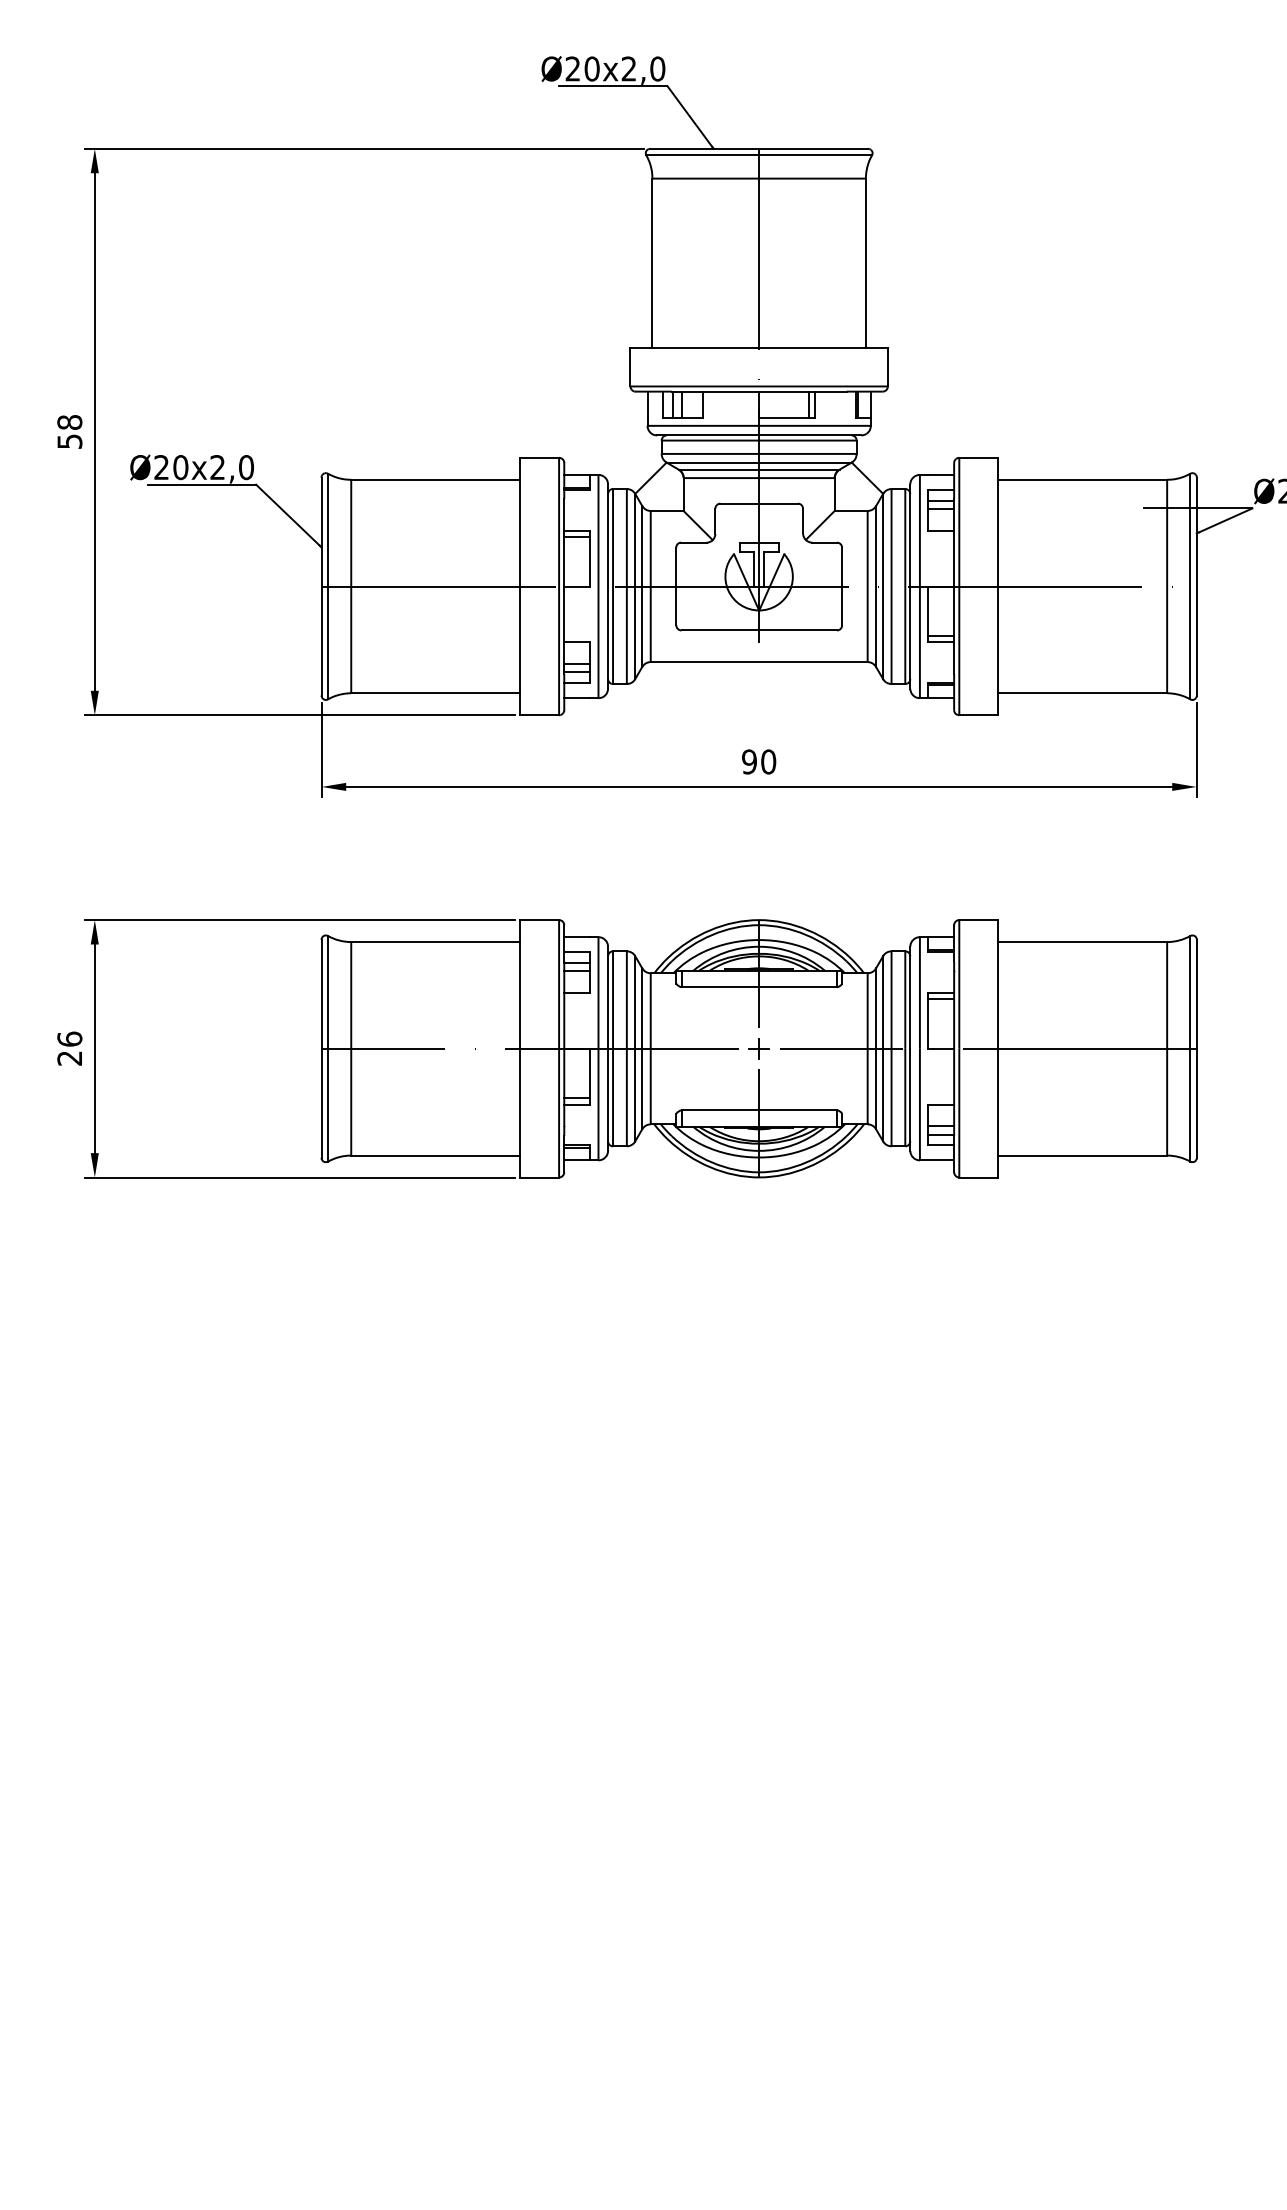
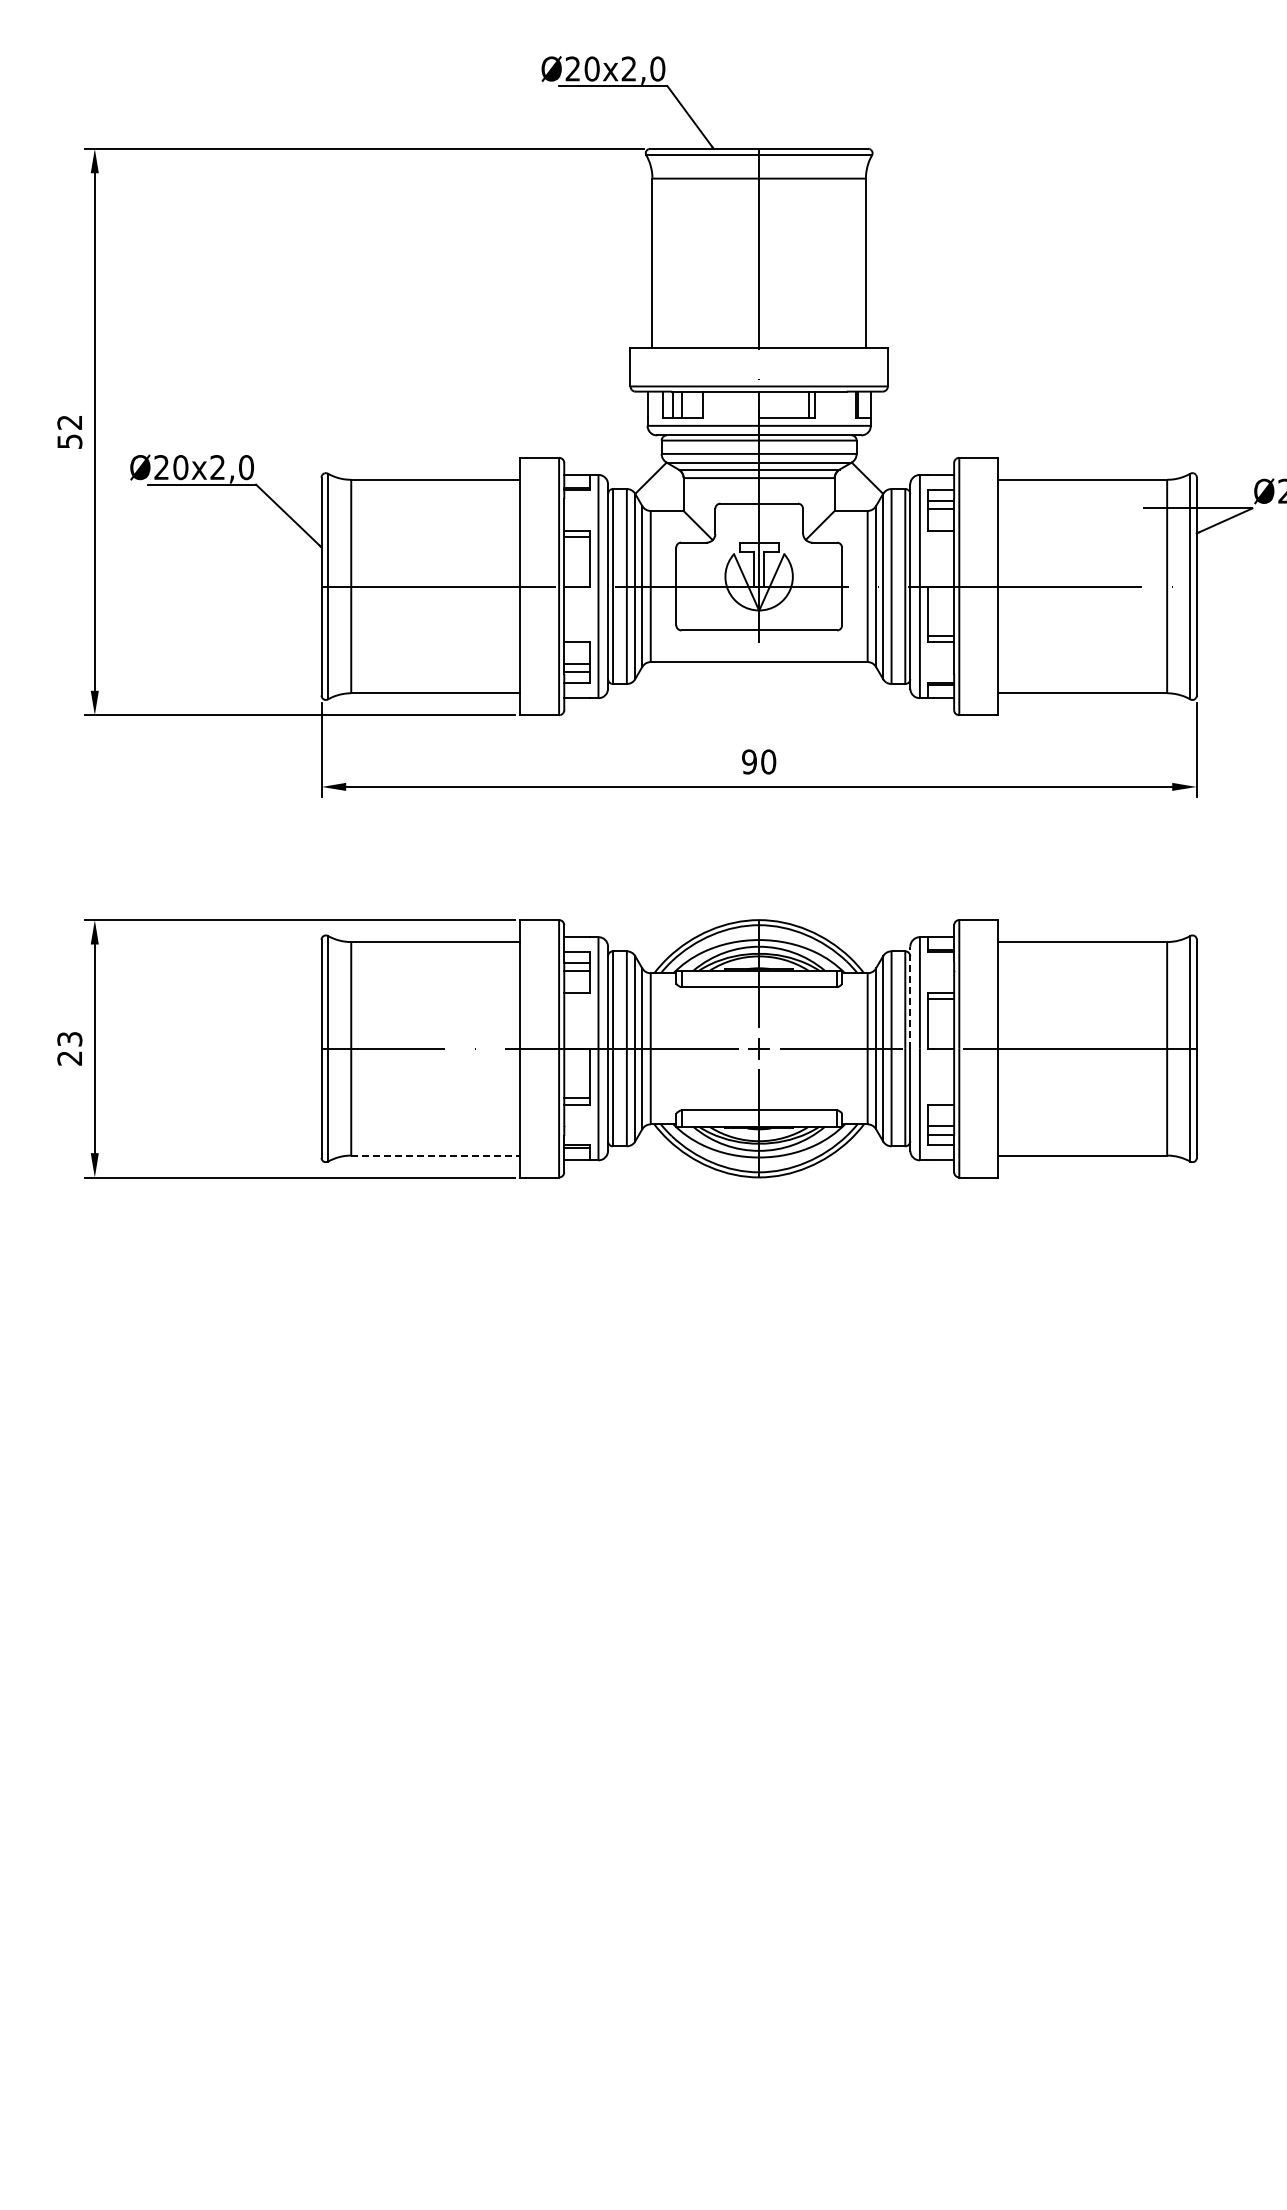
text at (69, 422): 58 -> 52
line at (910, 997): solid -> dashed
text at (69, 1038): 26 -> 23
line at (435, 1155): solid -> dashed
